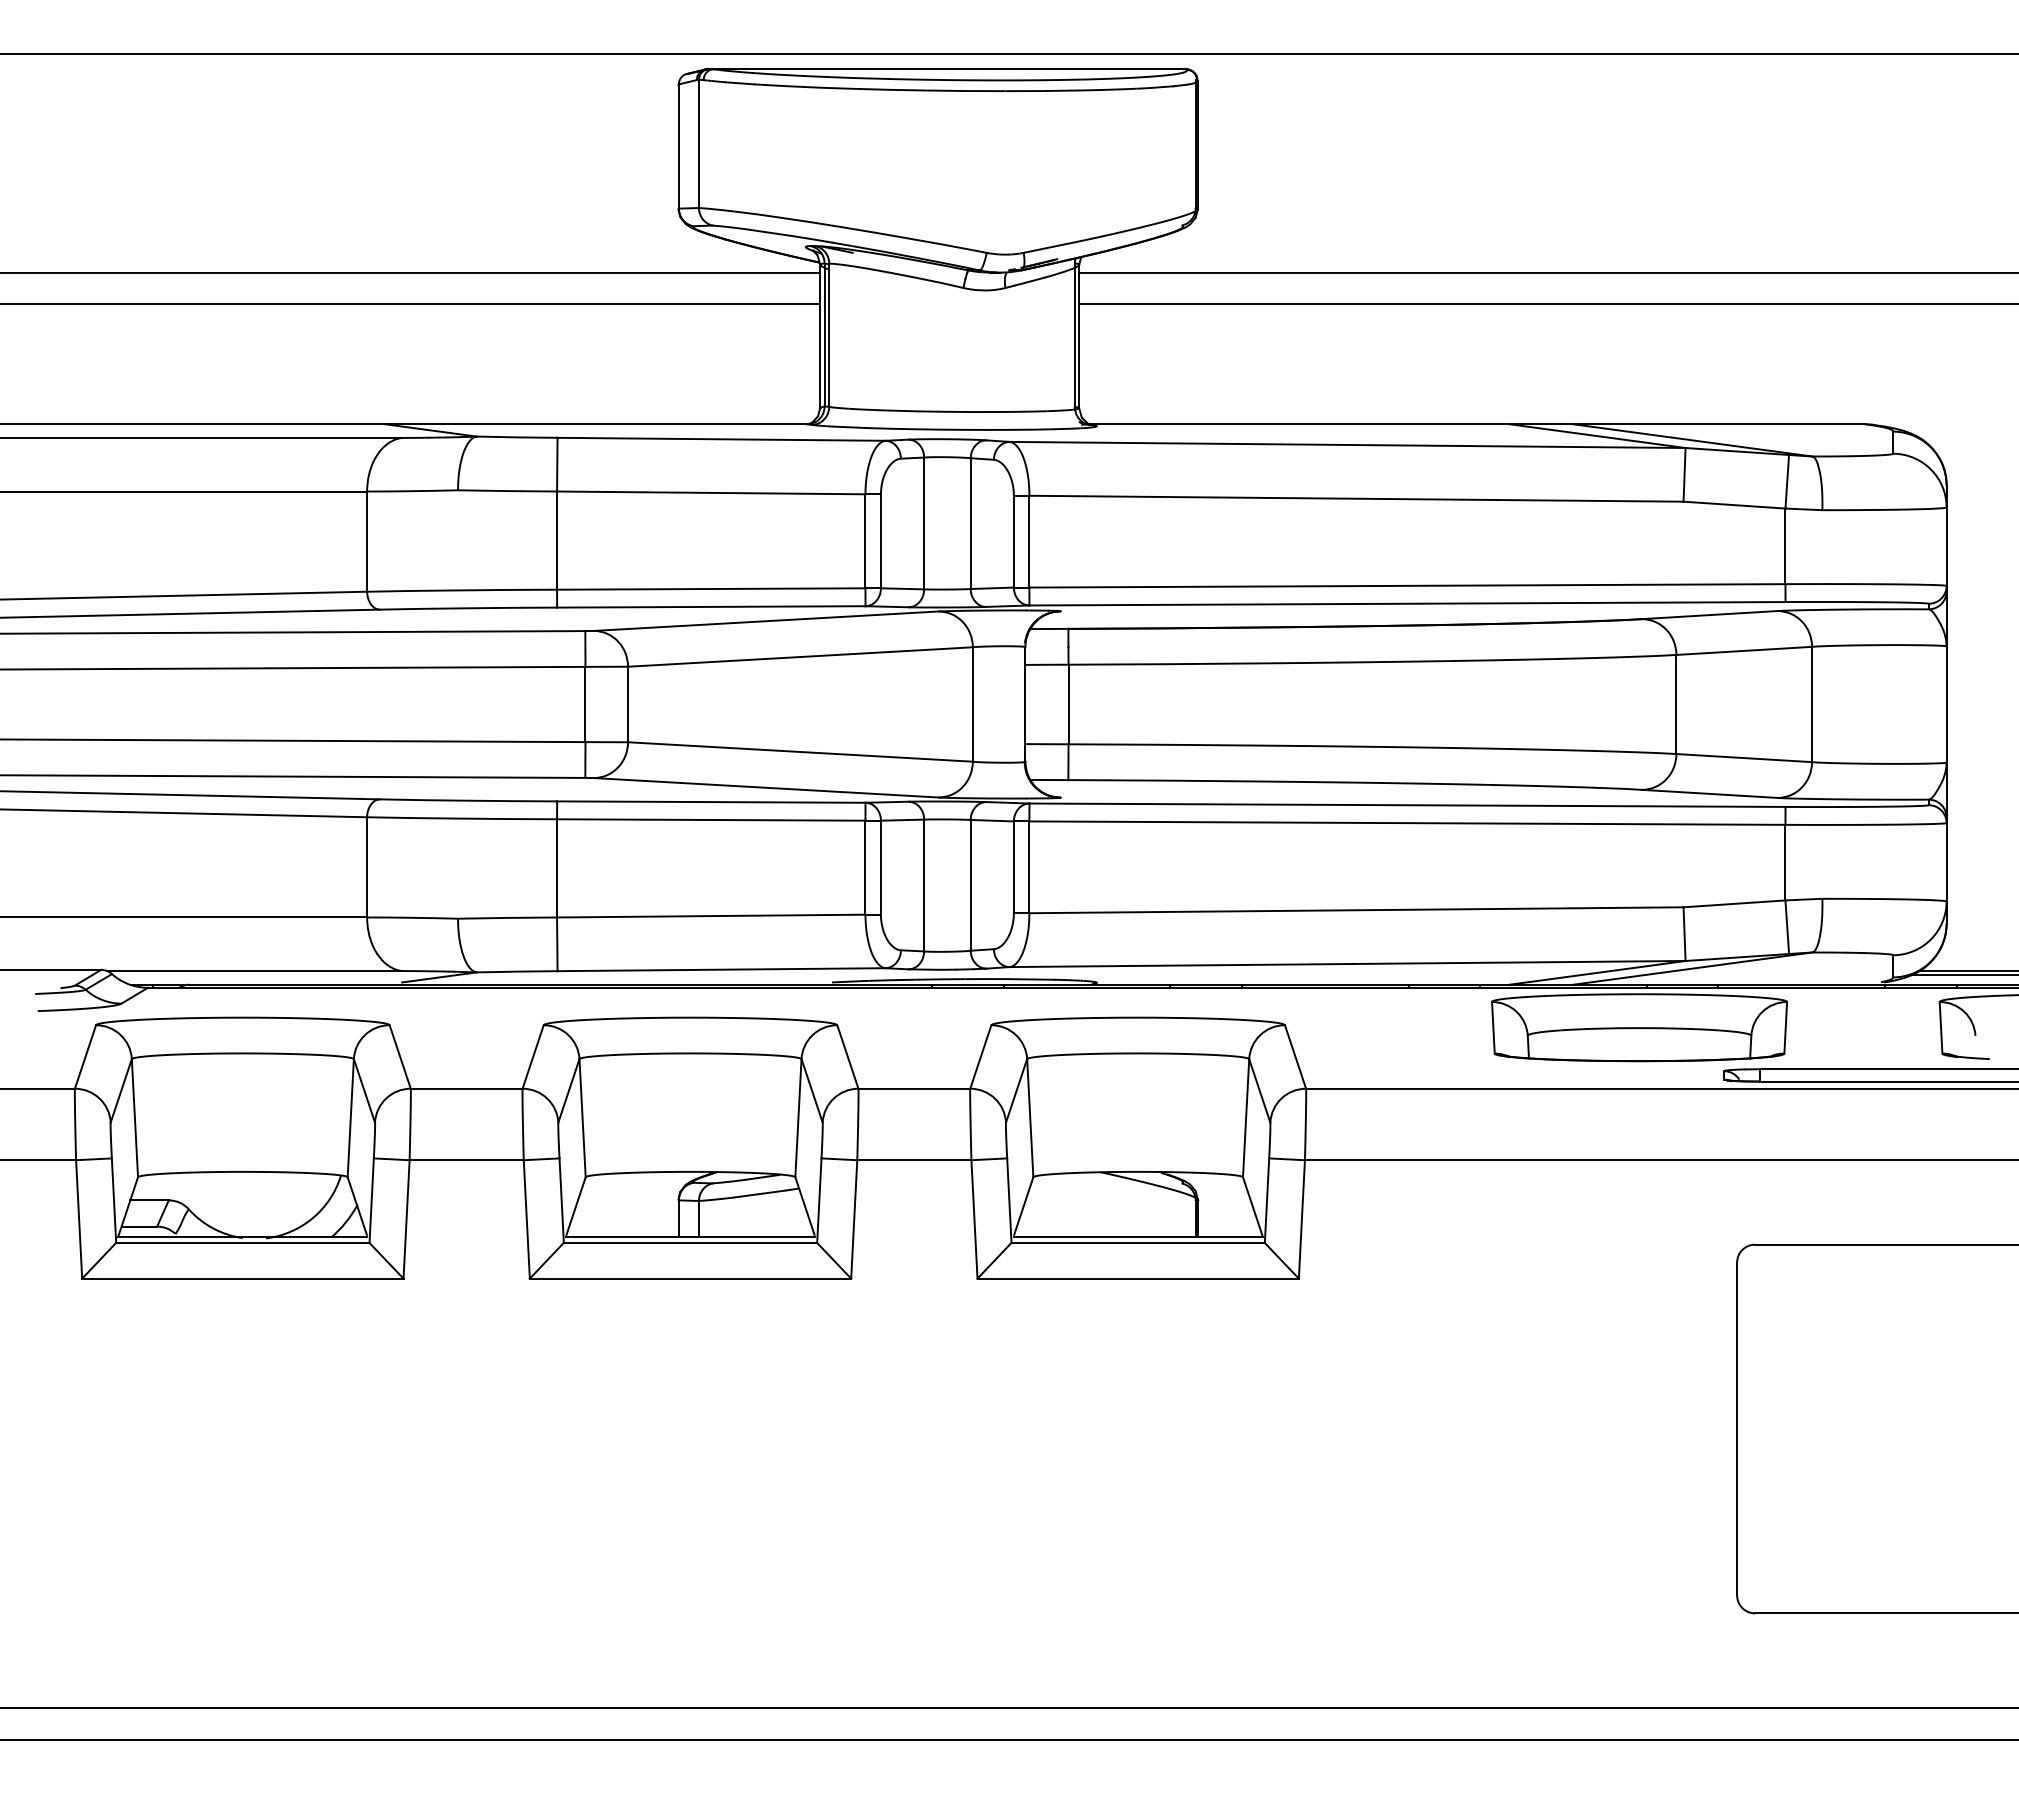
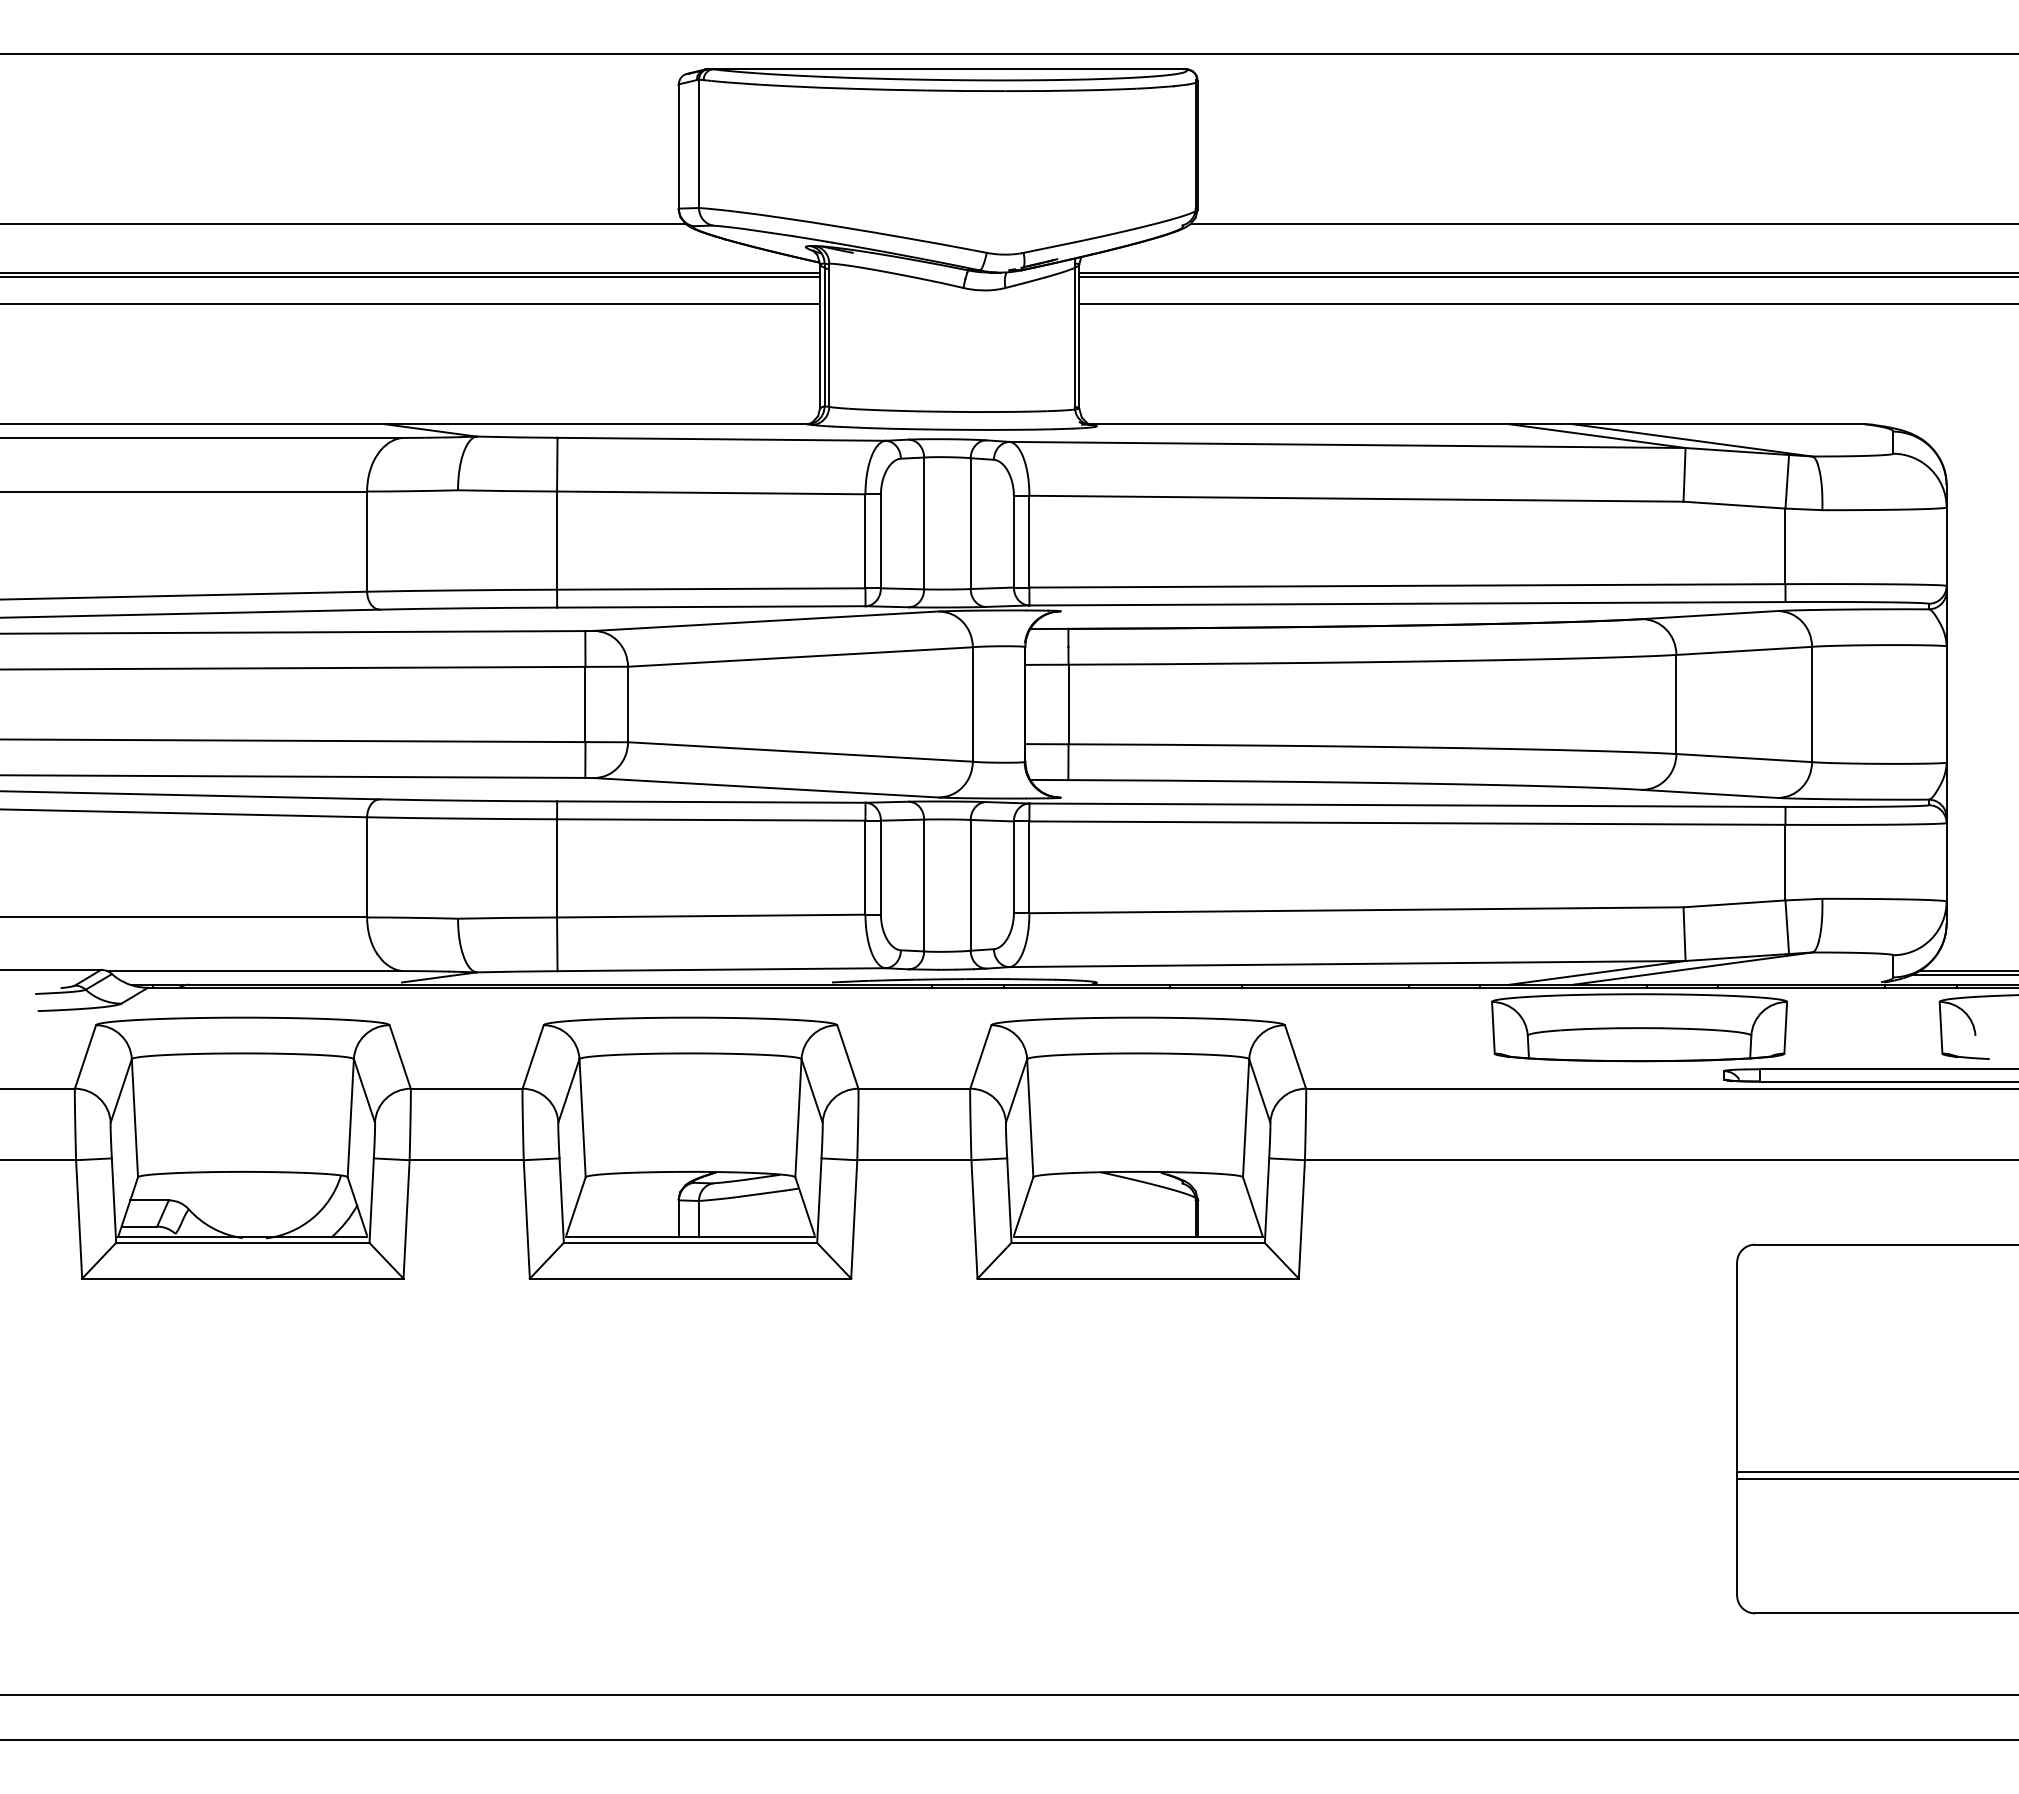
line at (343, 223): none -> present
line at (1602, 223): none -> present
line at (411, 277): none -> present
line at (1547, 277): none -> present
line at (1876, 1471): none -> present
line at (1876, 1479): none -> present
line at (1008, 1708) position: (1008, 1708) -> (1008, 1695)
